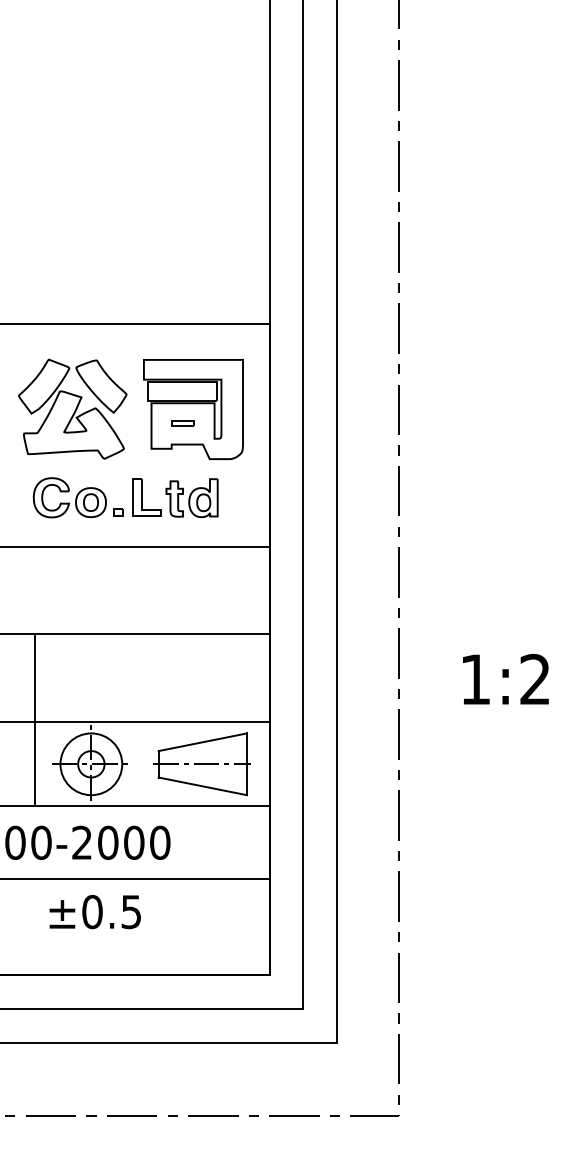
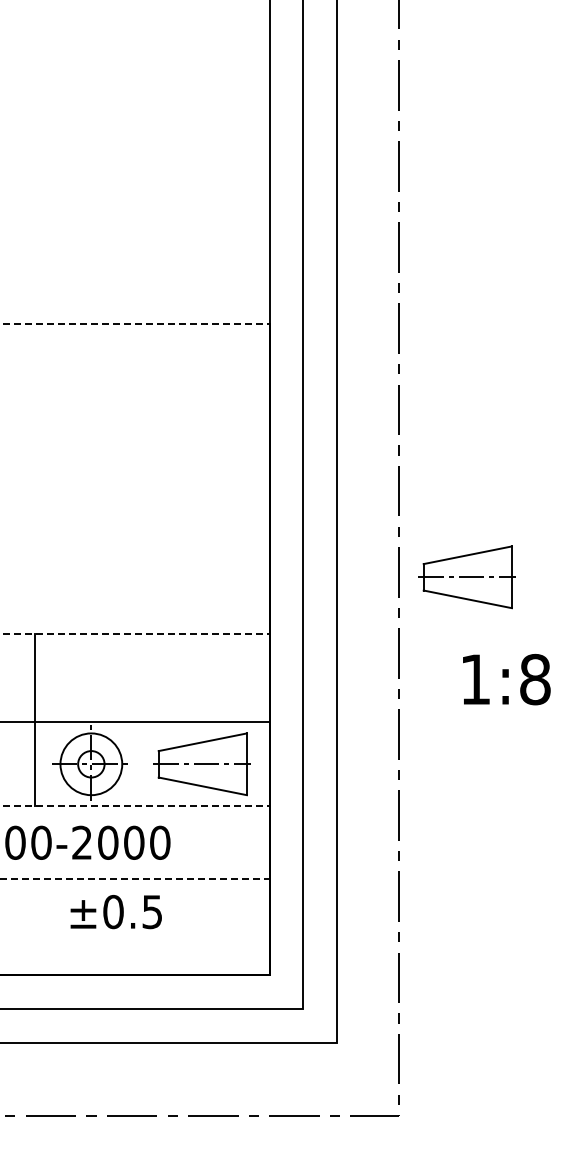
line at (135, 323): solid -> dashed
part at (122, 443): present -> none
line at (135, 546): present -> none
part at (466, 577): none -> present
line at (135, 634): solid -> dashed
text at (535, 679): 1:2 -> 1:8
line at (135, 806): solid -> dashed
line at (135, 878): solid -> dashed
text at (94, 912) position: (94, 912) -> (115, 912)
